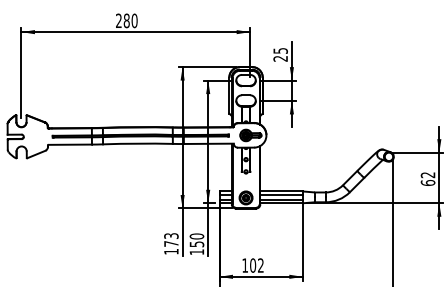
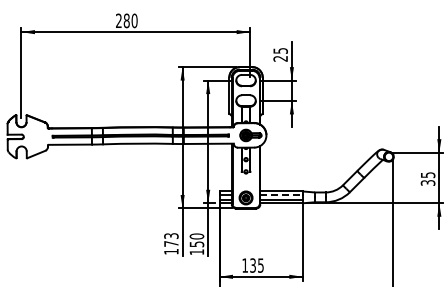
text at (427, 178): 62 -> 35
line at (282, 195): solid -> dashed
text at (256, 265): 102 -> 135
